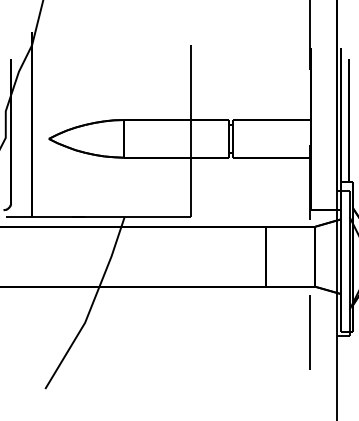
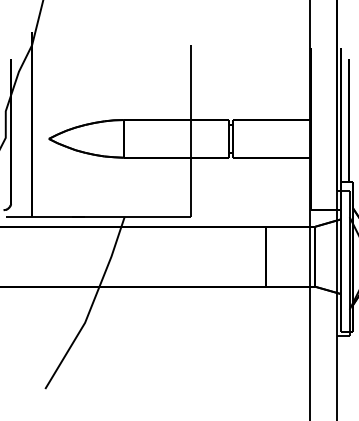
line at (309, 210): dashed -> solid
